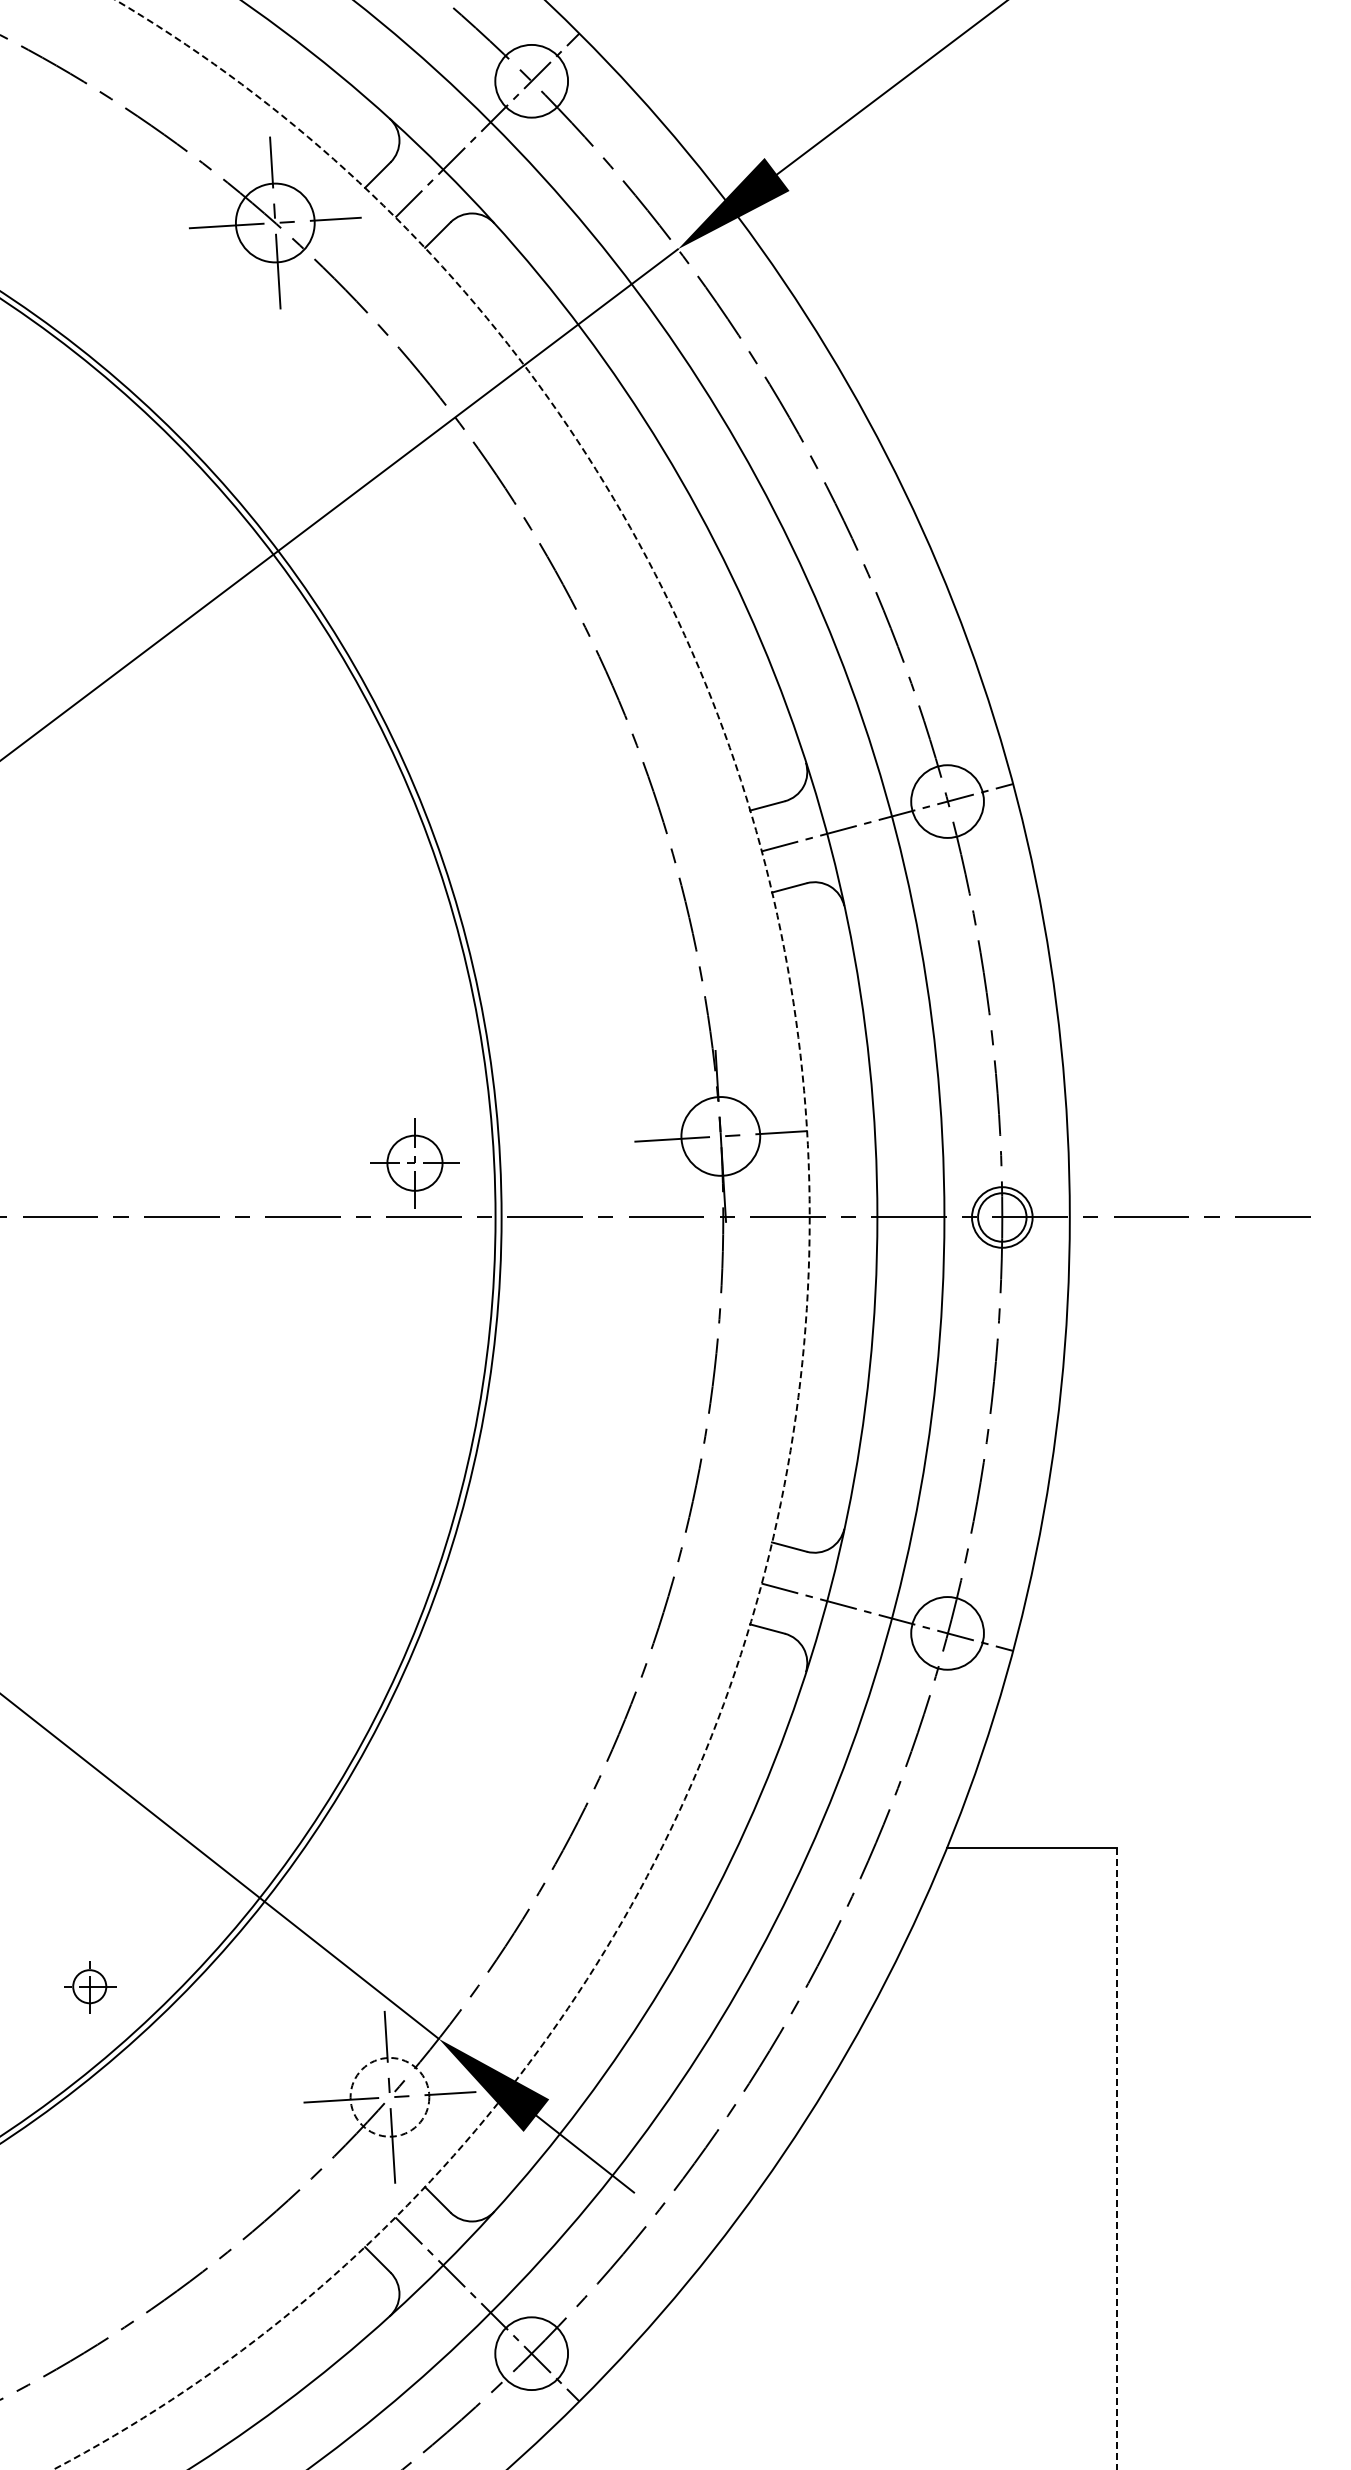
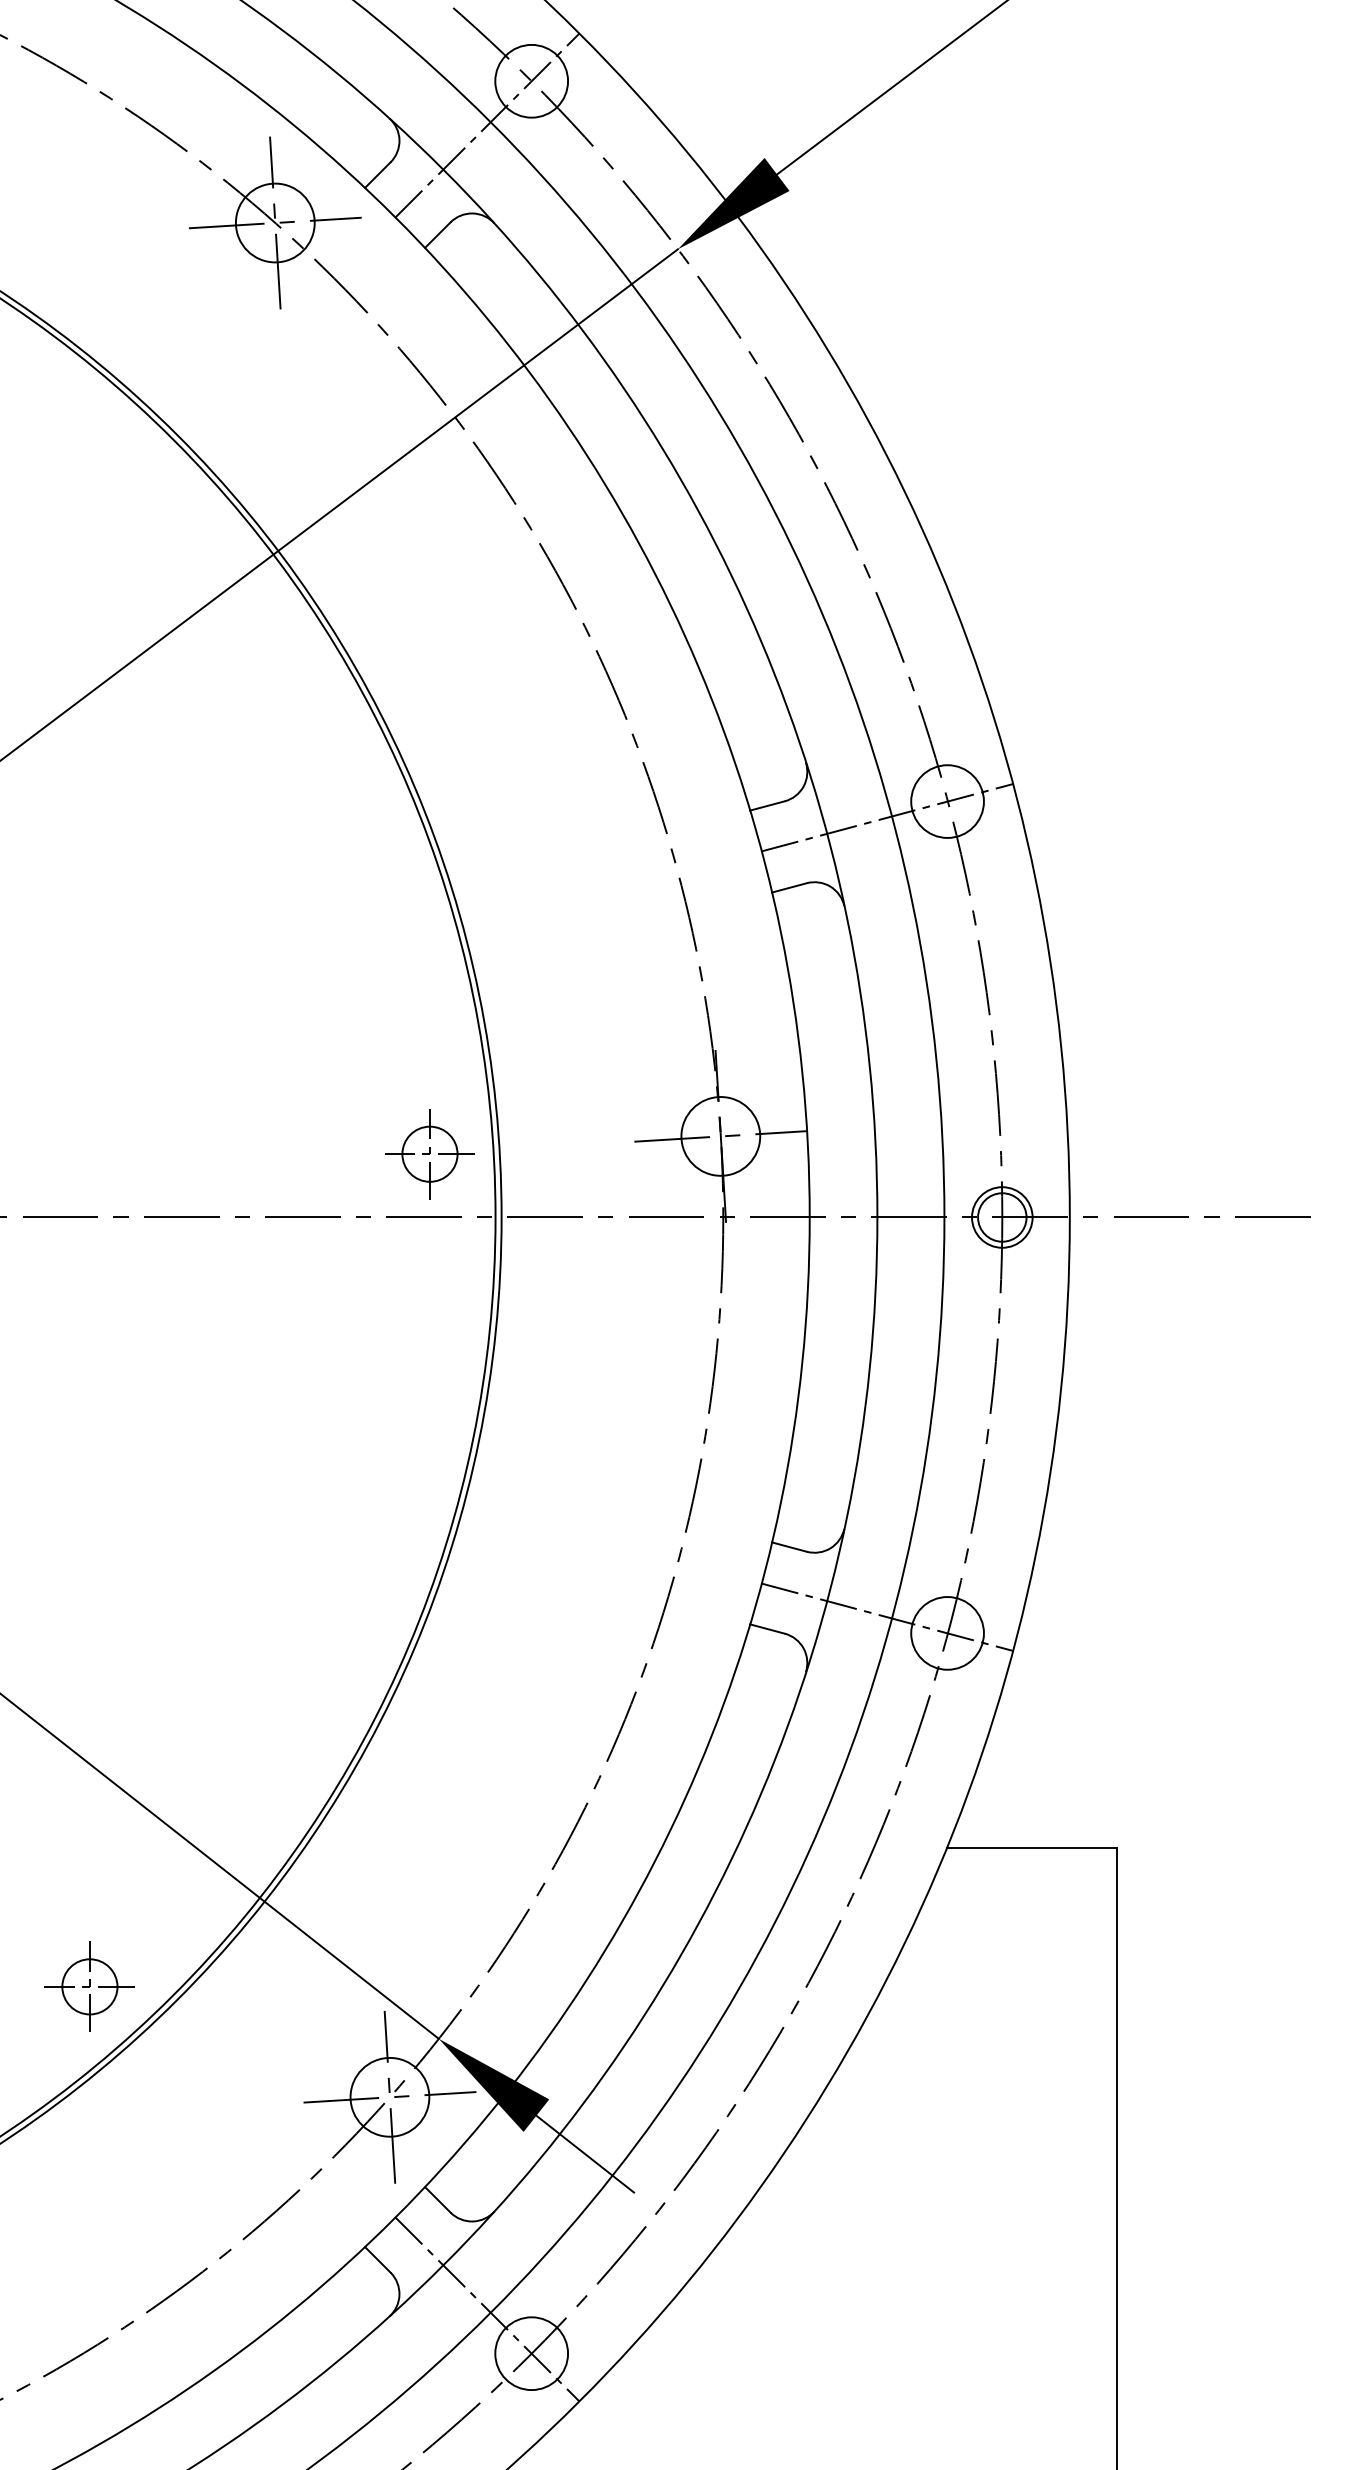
part at (414, 1163) position: (414, 1163) -> (429, 1154)
circle at (431, 1234): dashed -> solid
part at (90, 1987) size: 53x53 px -> 91x91 px
circle at (389, 2096): dashed -> solid
line at (1116, 2158): dashed -> solid
